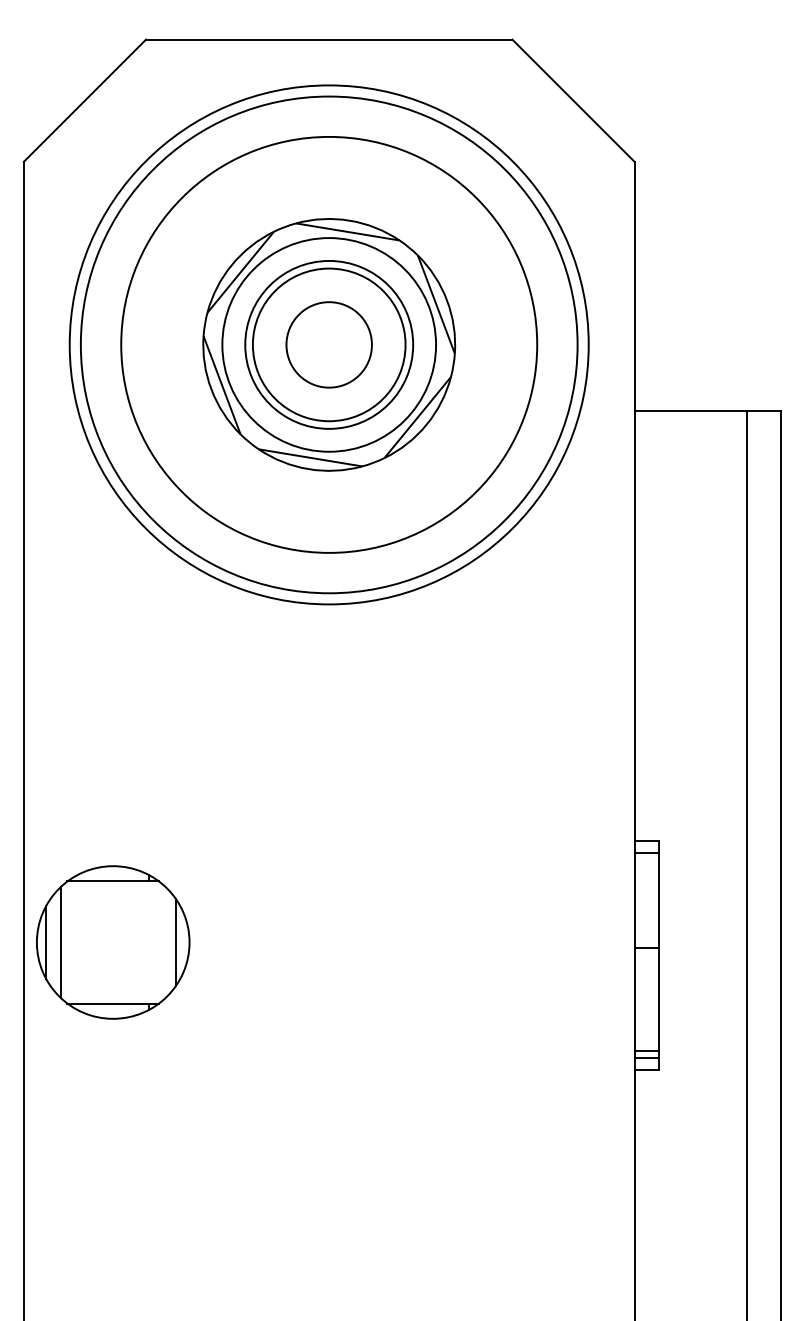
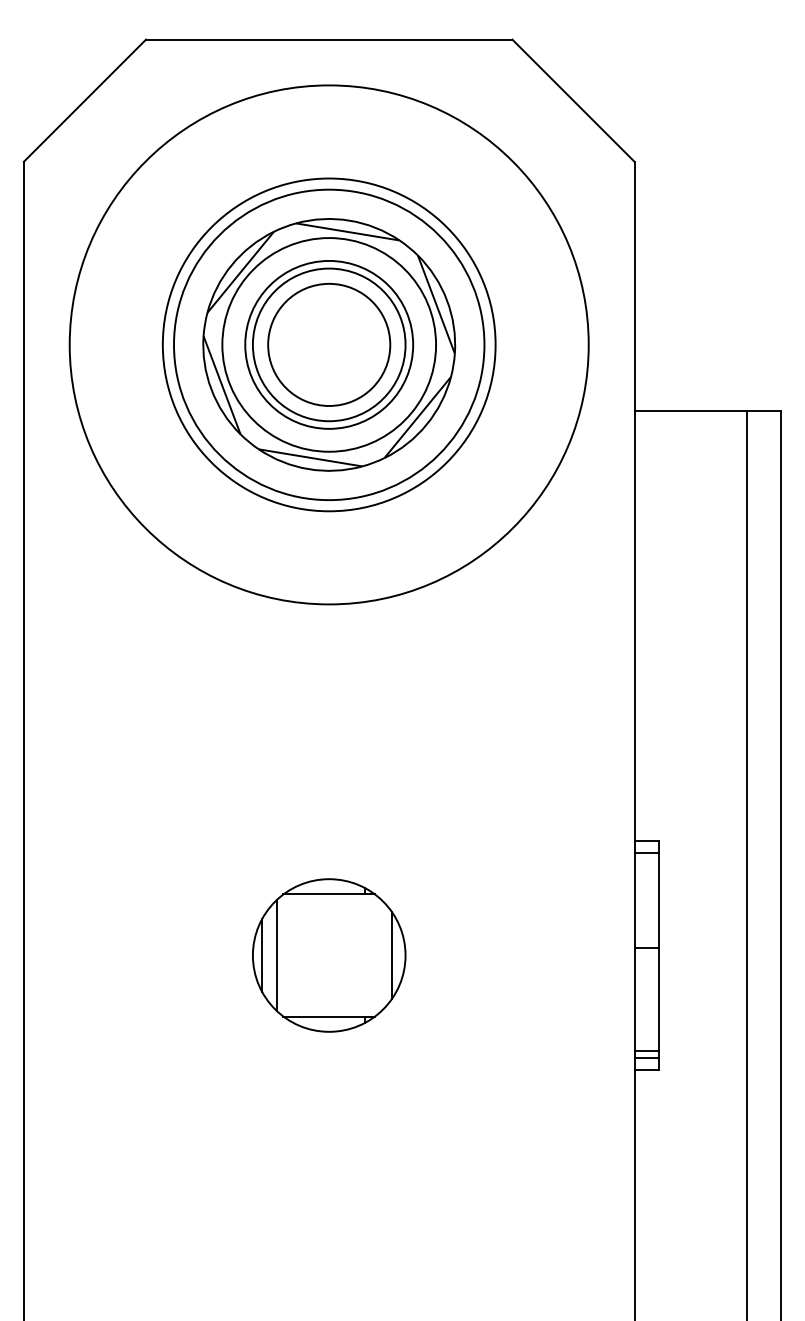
circle at (328, 344) diameter: 497 px -> 310 px
circle at (328, 344) diameter: 85 px -> 122 px
circle at (329, 344) diameter: 416 px -> 333 px
part at (113, 942) position: (113, 942) -> (329, 955)
